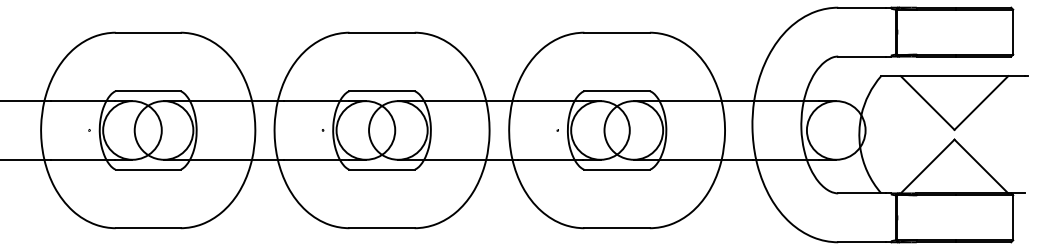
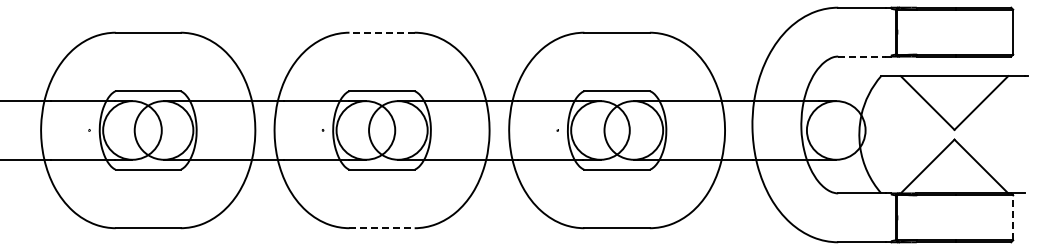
line at (382, 32): solid -> dashed
line at (862, 56): solid -> dashed
line at (1013, 217): solid -> dashed
line at (382, 228): solid -> dashed
